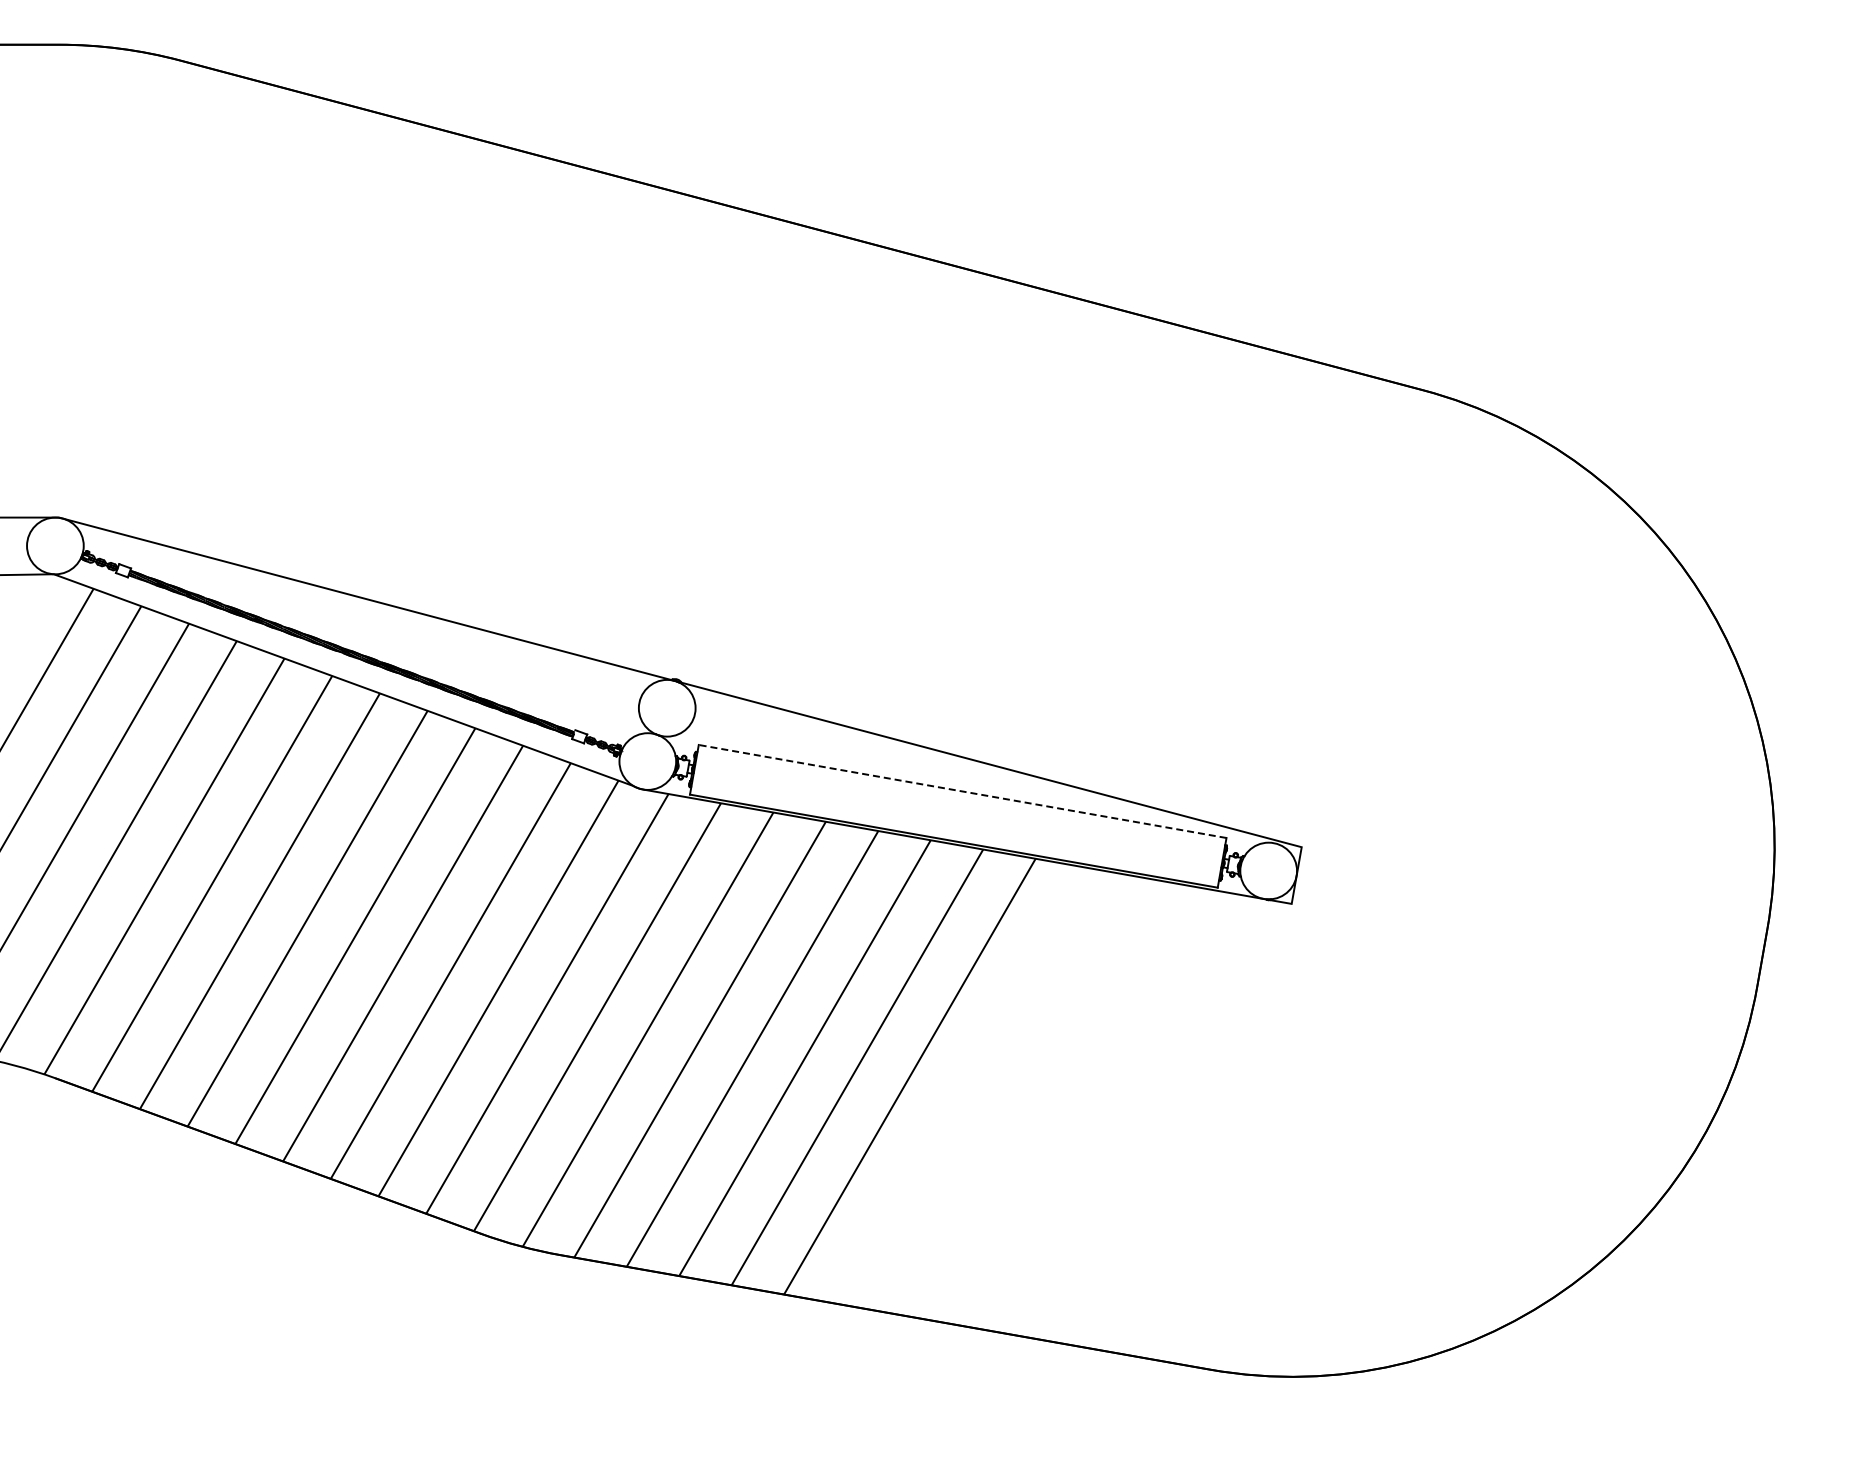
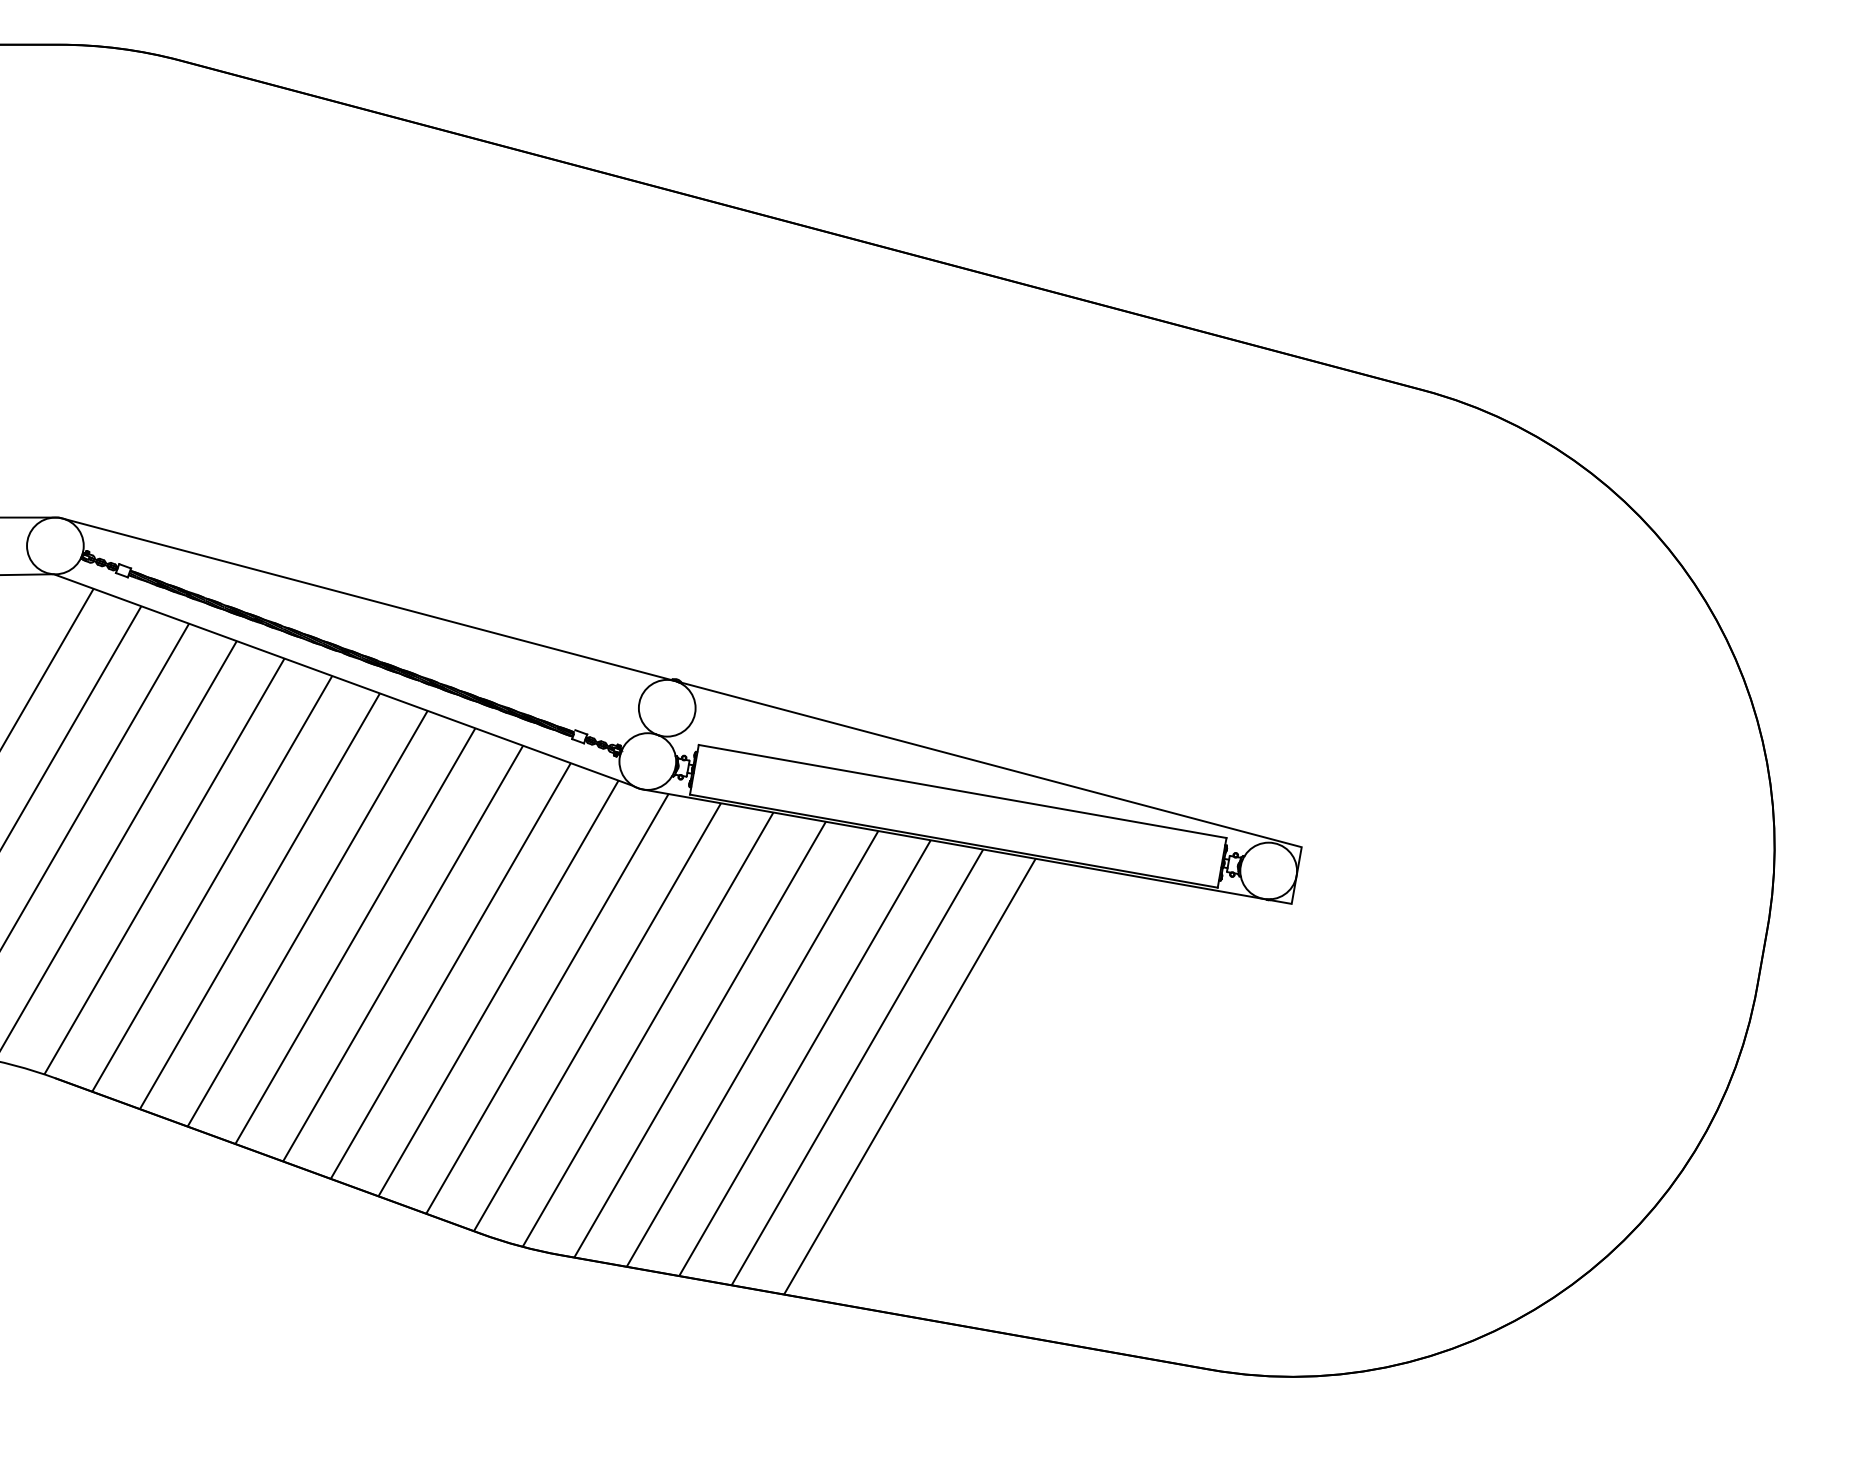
line at (962, 791): dashed -> solid
